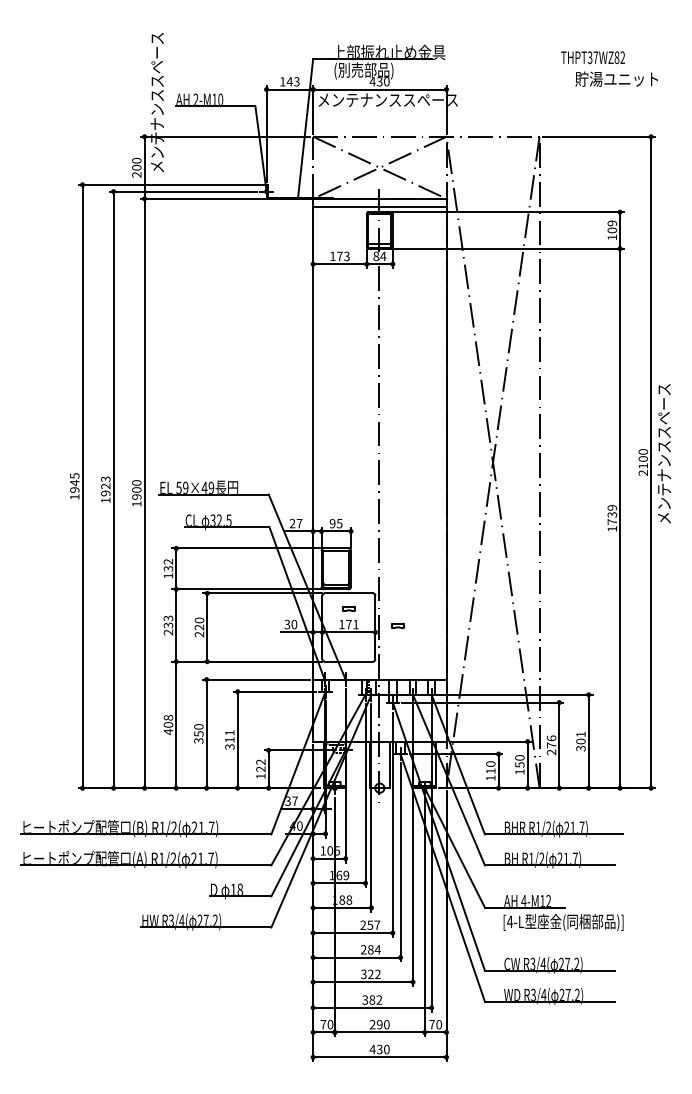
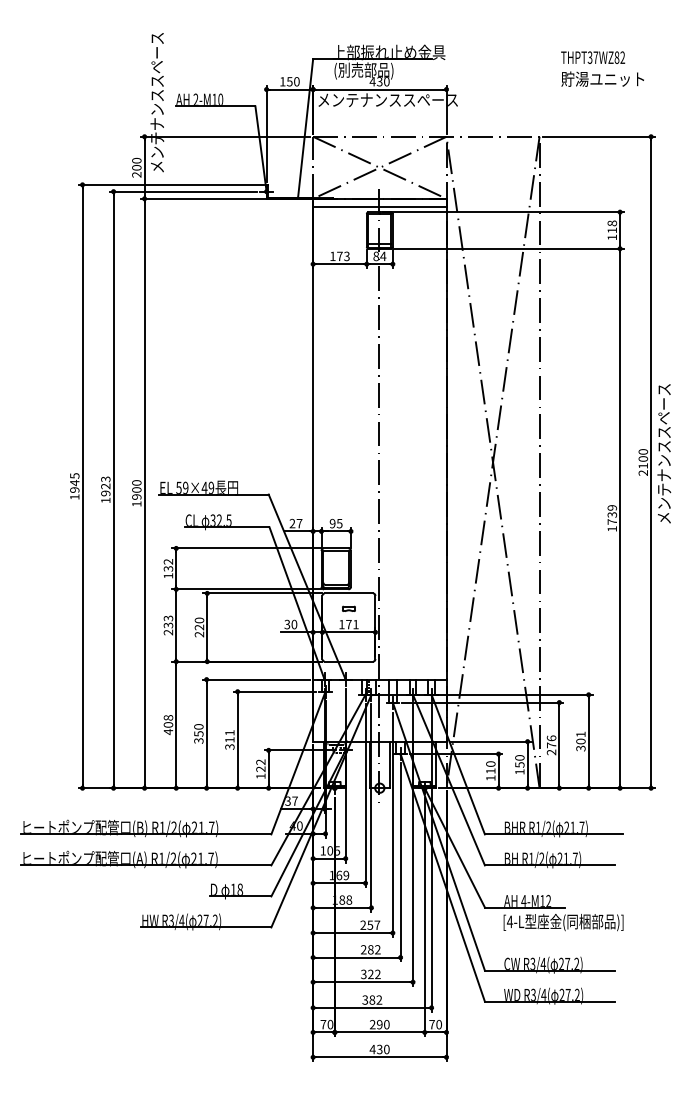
text at (616, 78) position: (616, 78) -> (602, 78)
text at (292, 81): 143 -> 150
text at (612, 226): 109 -> 118
part at (397, 625): present -> none
text at (377, 949): 284 -> 282
